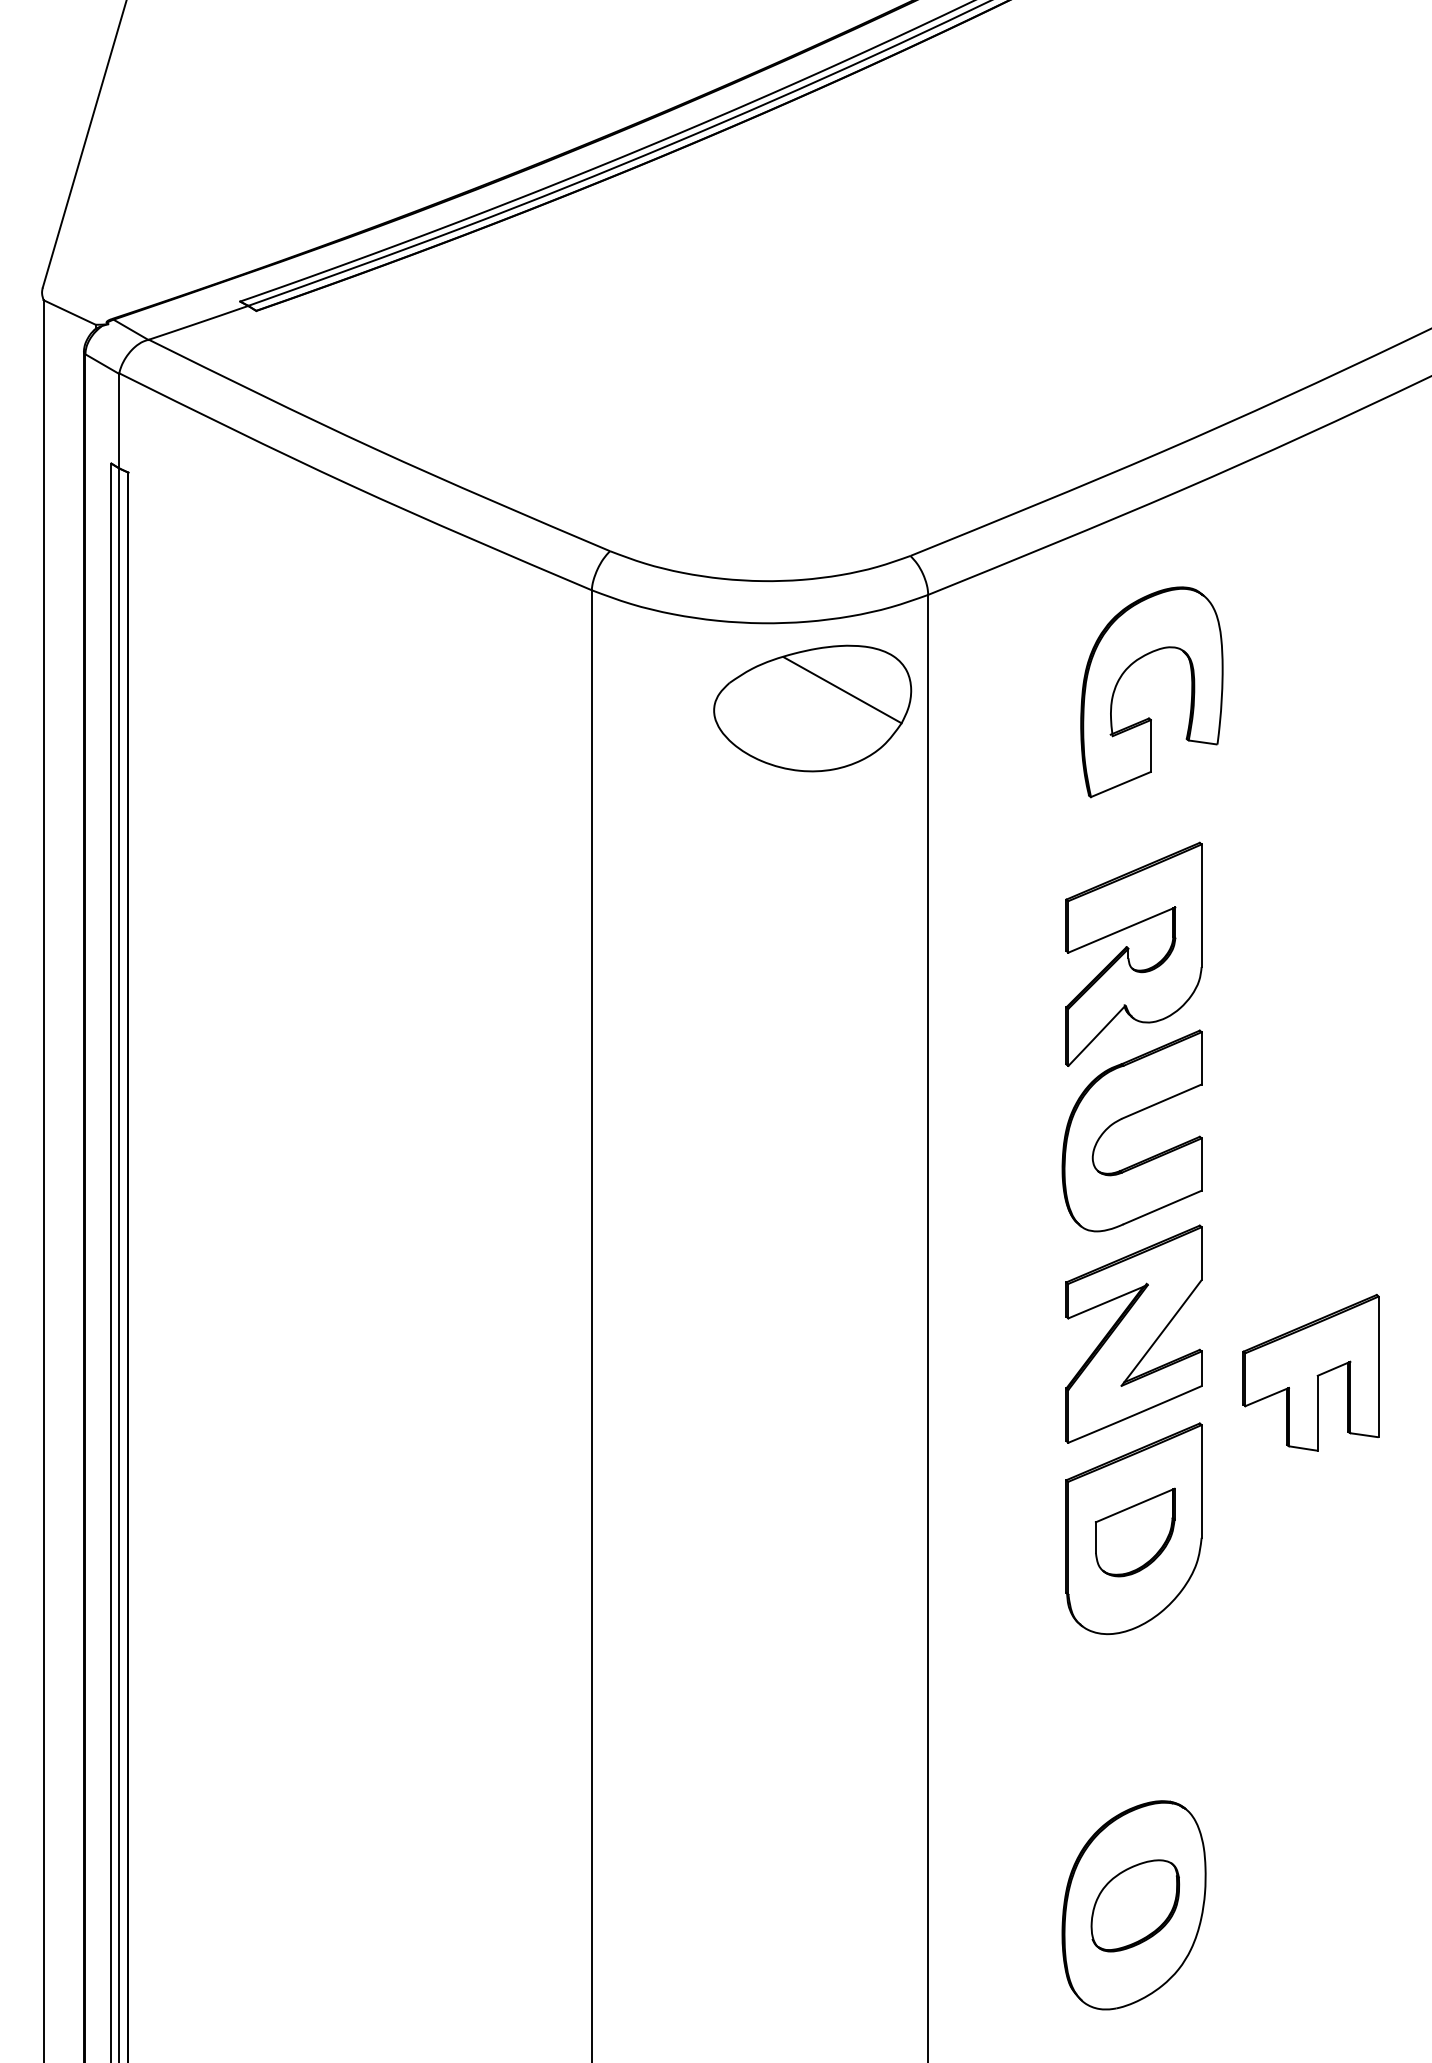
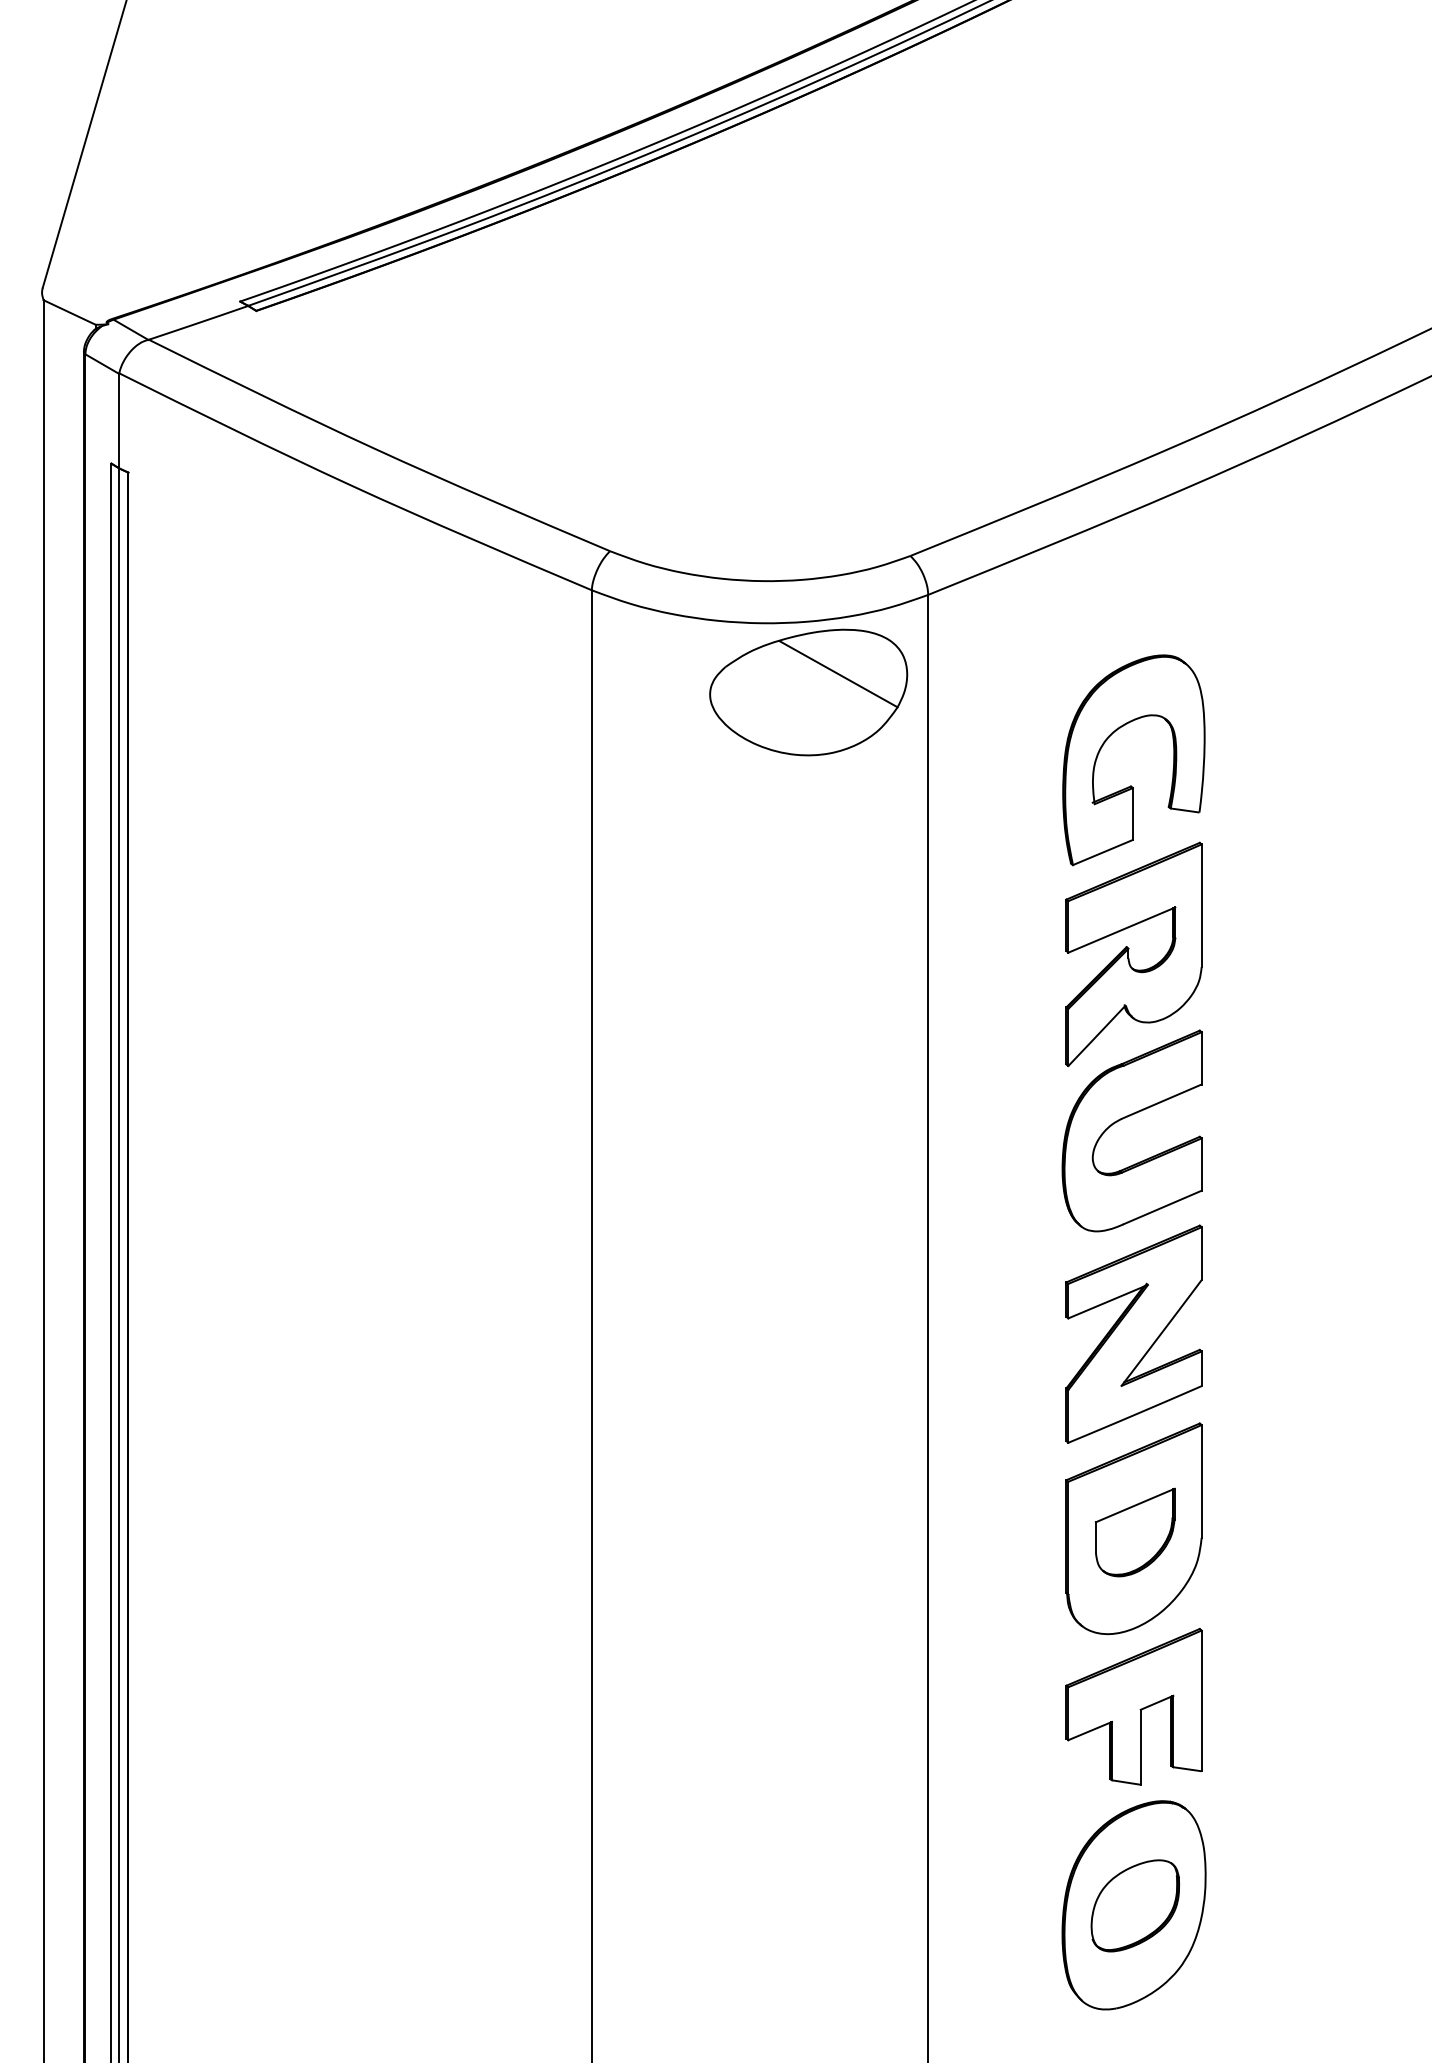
part at (812, 708) position: (812, 708) -> (808, 692)
part at (1149, 717) position: (1149, 717) -> (1131, 785)
part at (1310, 1372) position: (1310, 1372) -> (1133, 1706)
